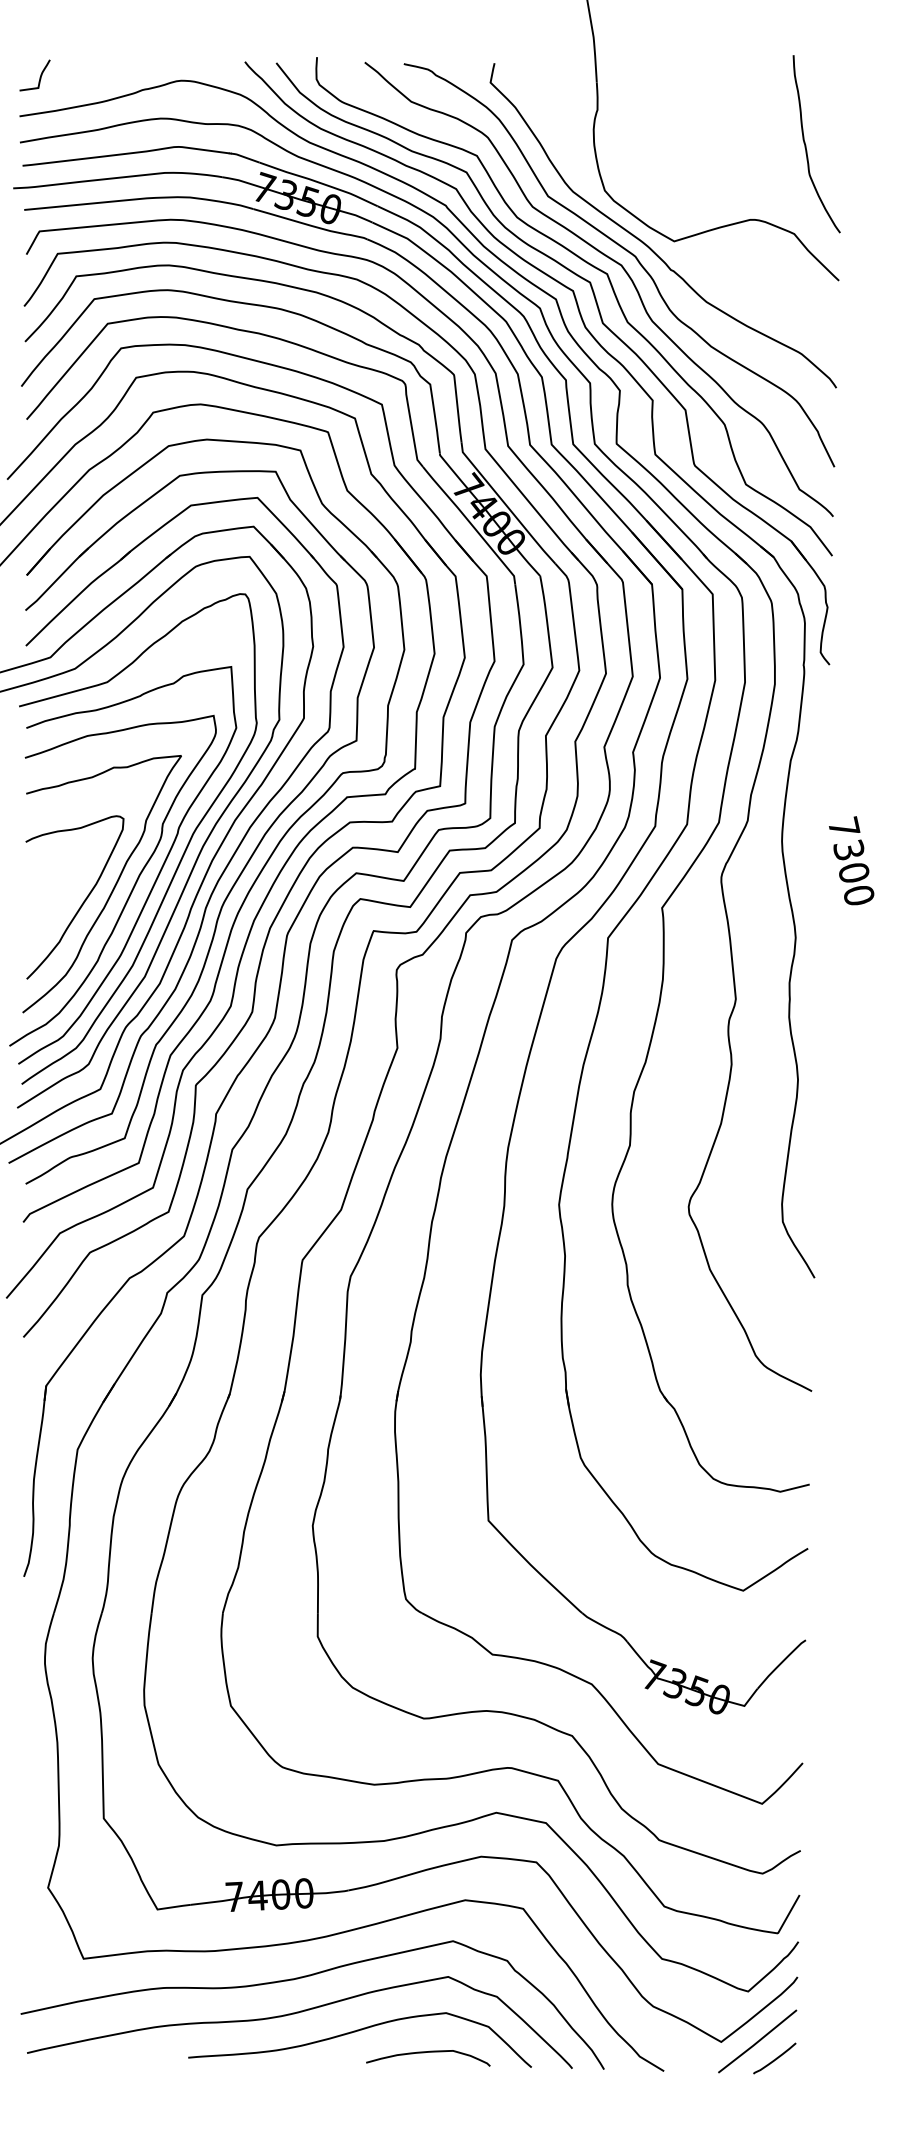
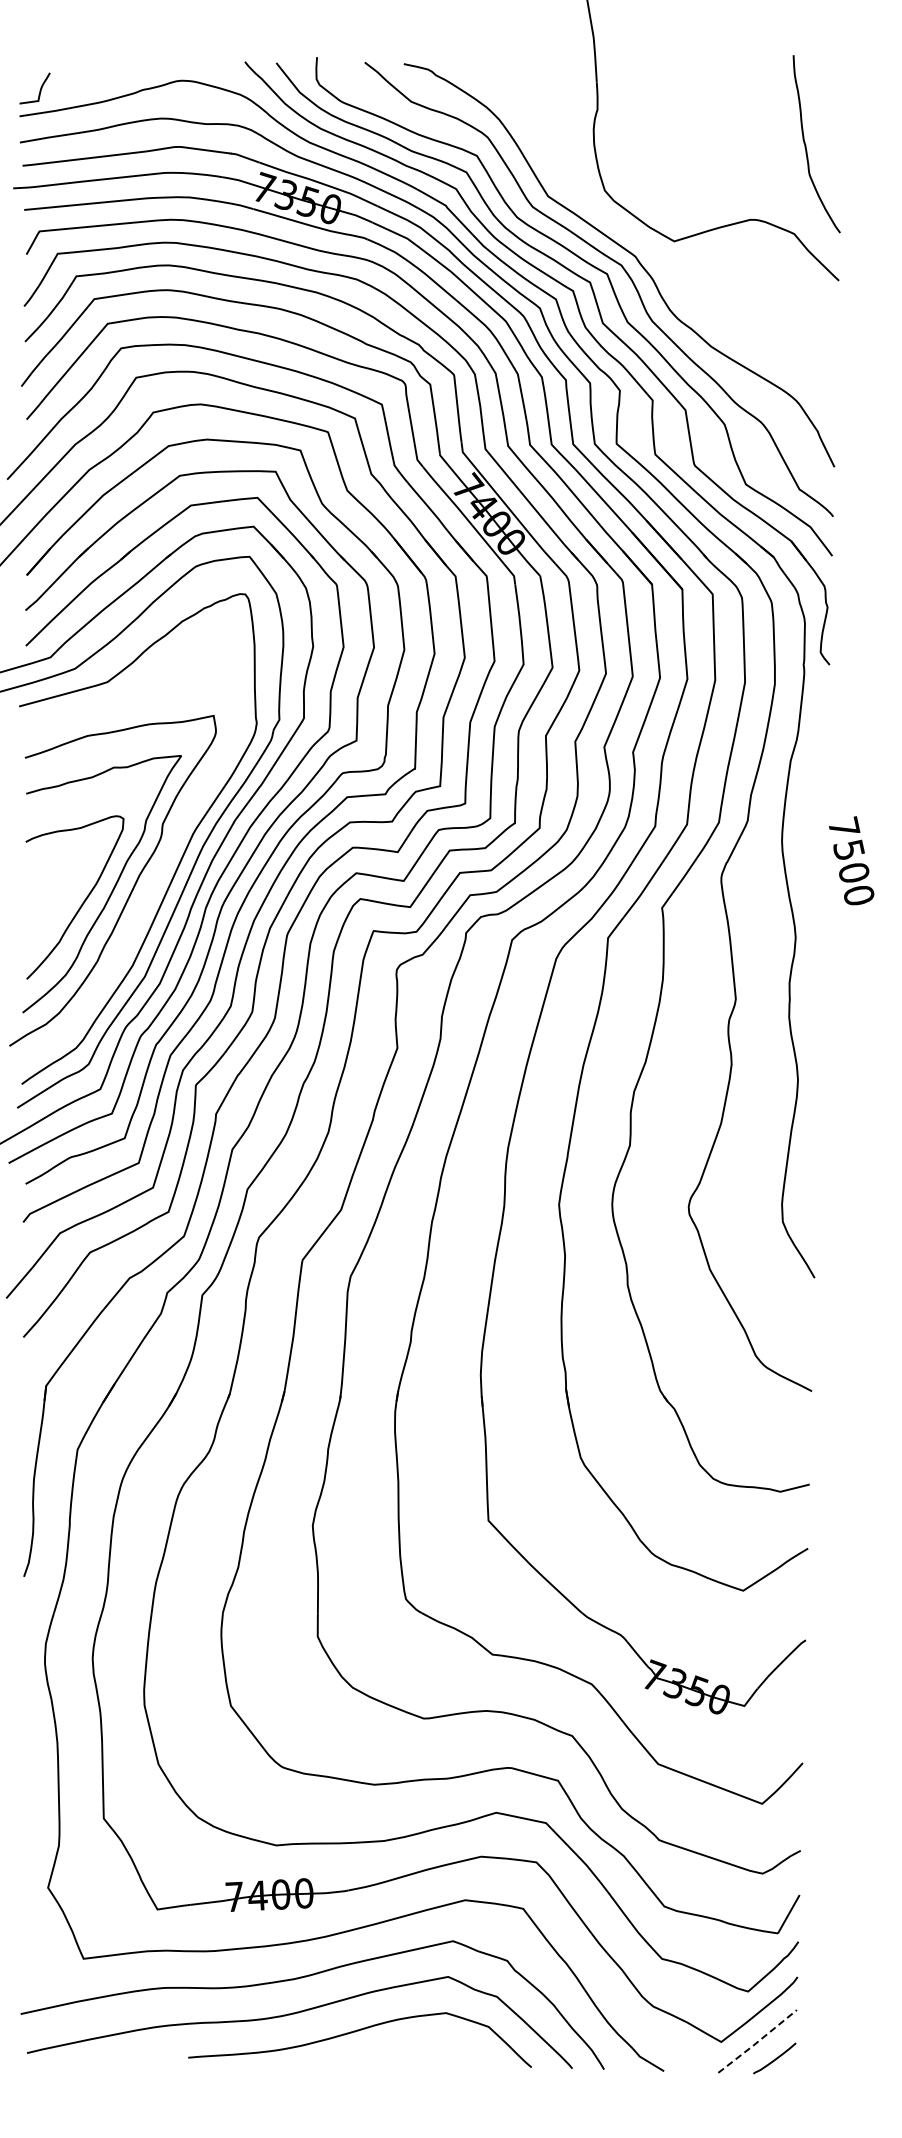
curve at (39, 77) position: (39, 77) -> (39, 90)
curve at (648, 245): present -> none
text at (848, 849): 7300 -> 7500
curve at (155, 879): present -> none
line at (757, 2042): solid -> dashed
curve at (428, 2052): present -> none
